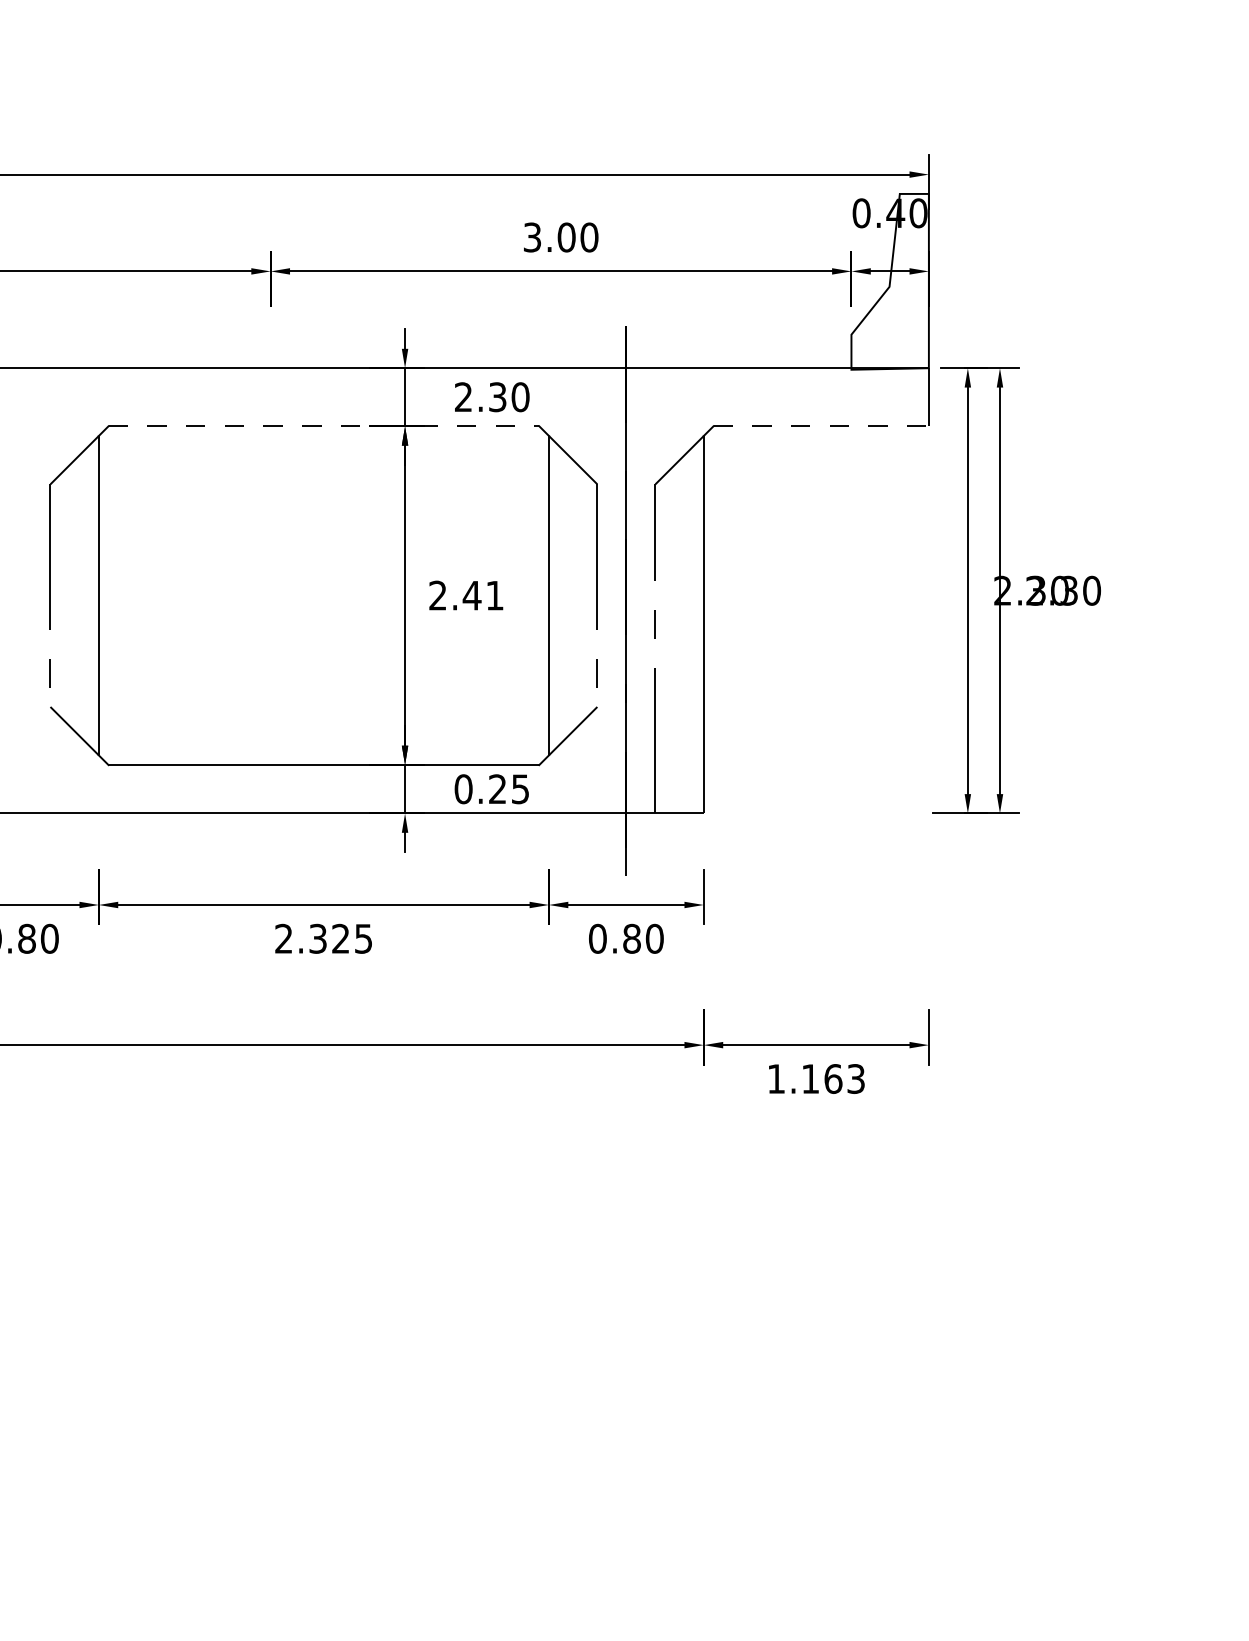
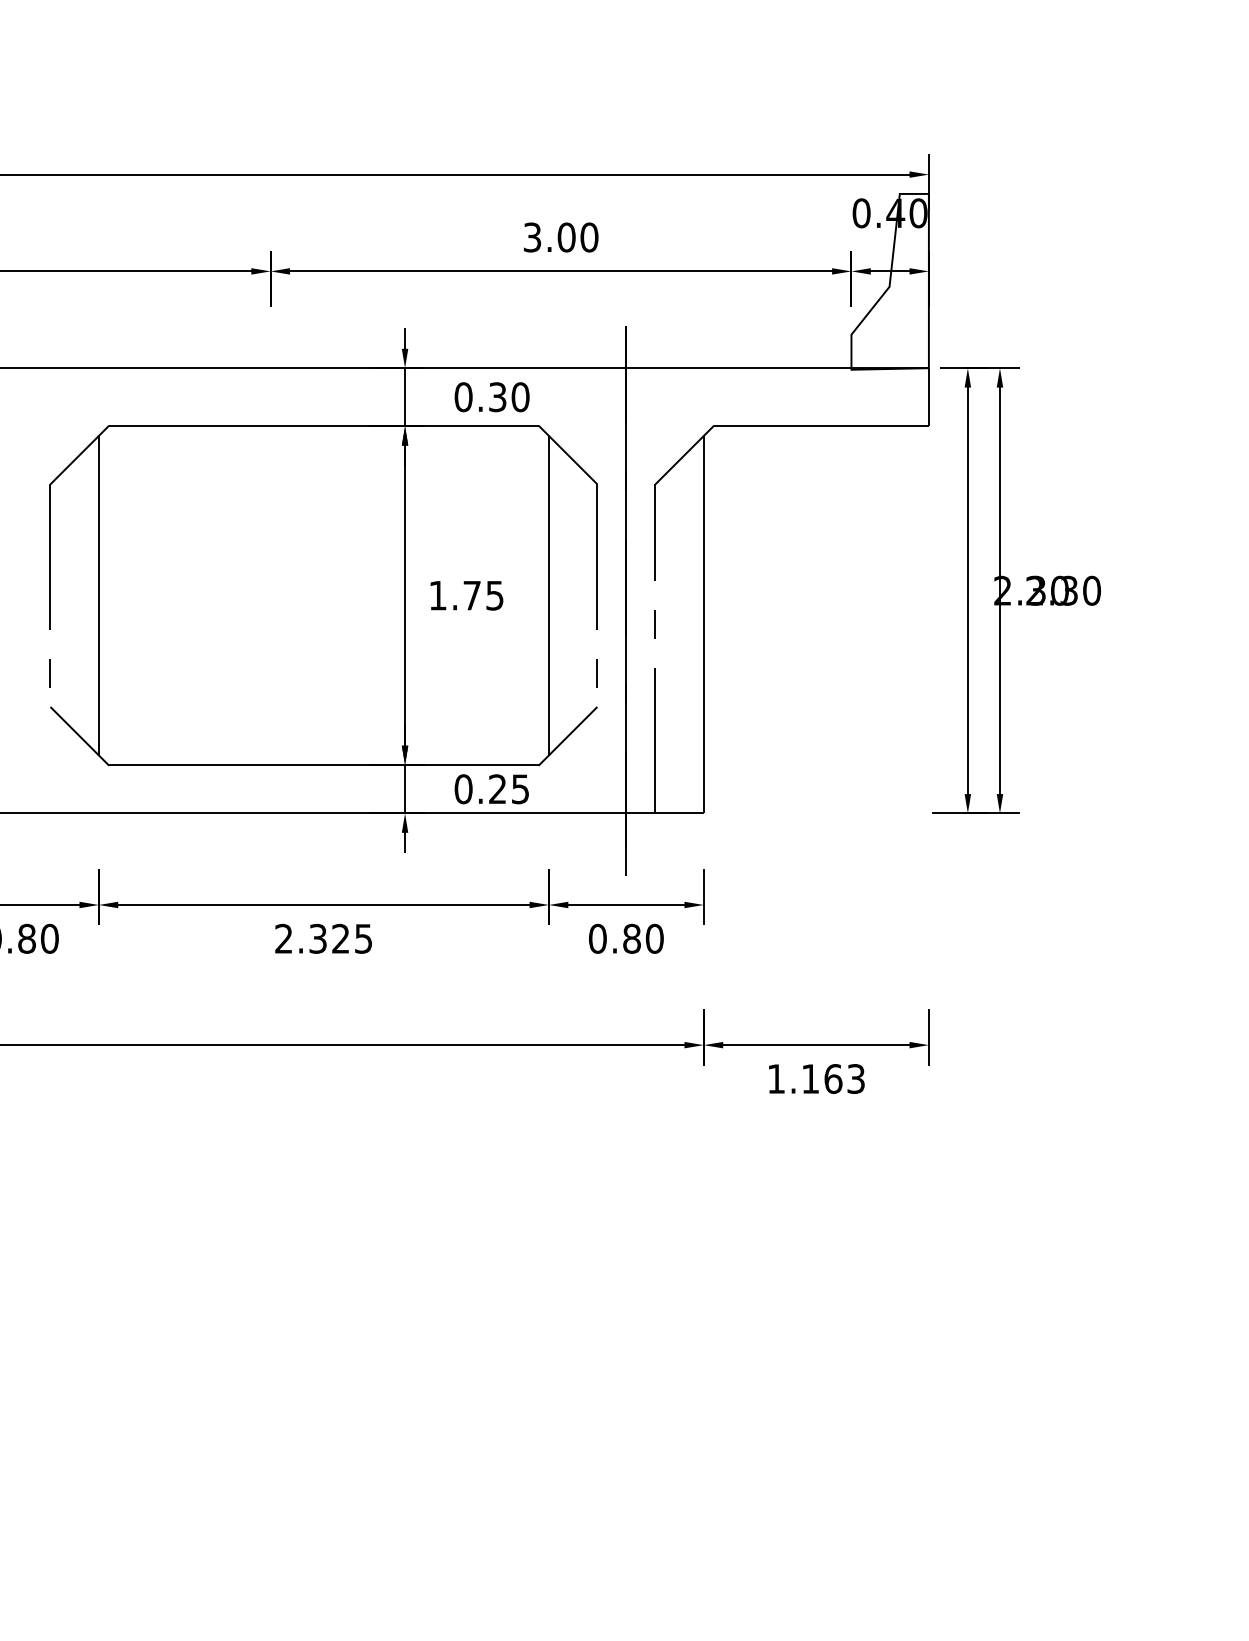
text at (463, 397): 2.30 -> 0.30
line at (324, 426): dashed -> solid
line at (821, 426): dashed -> solid
text at (466, 595): 2.41 -> 1.75
